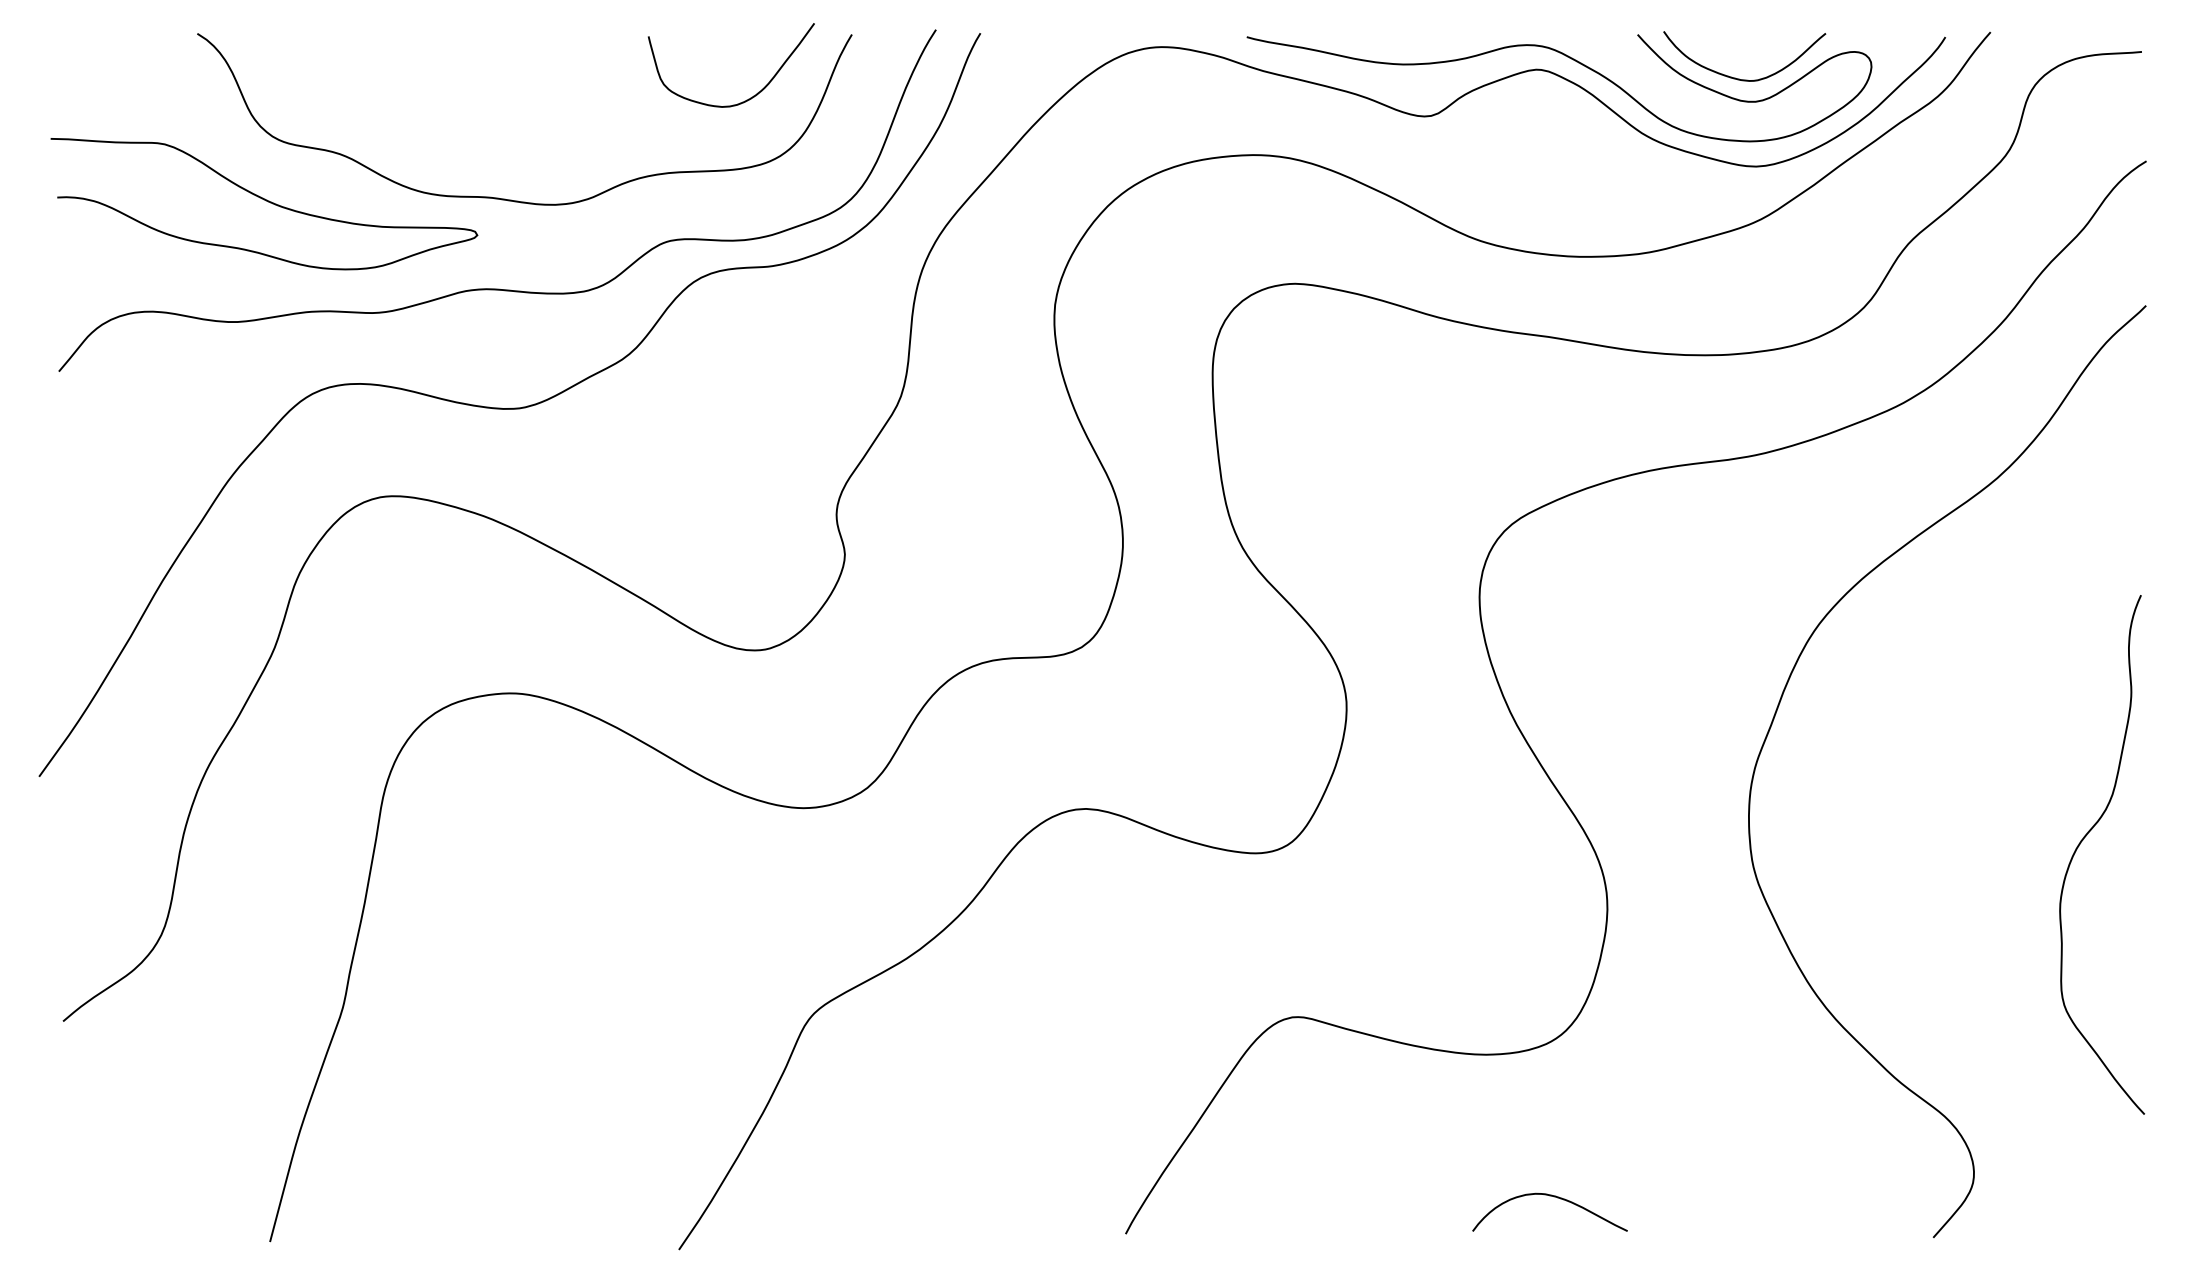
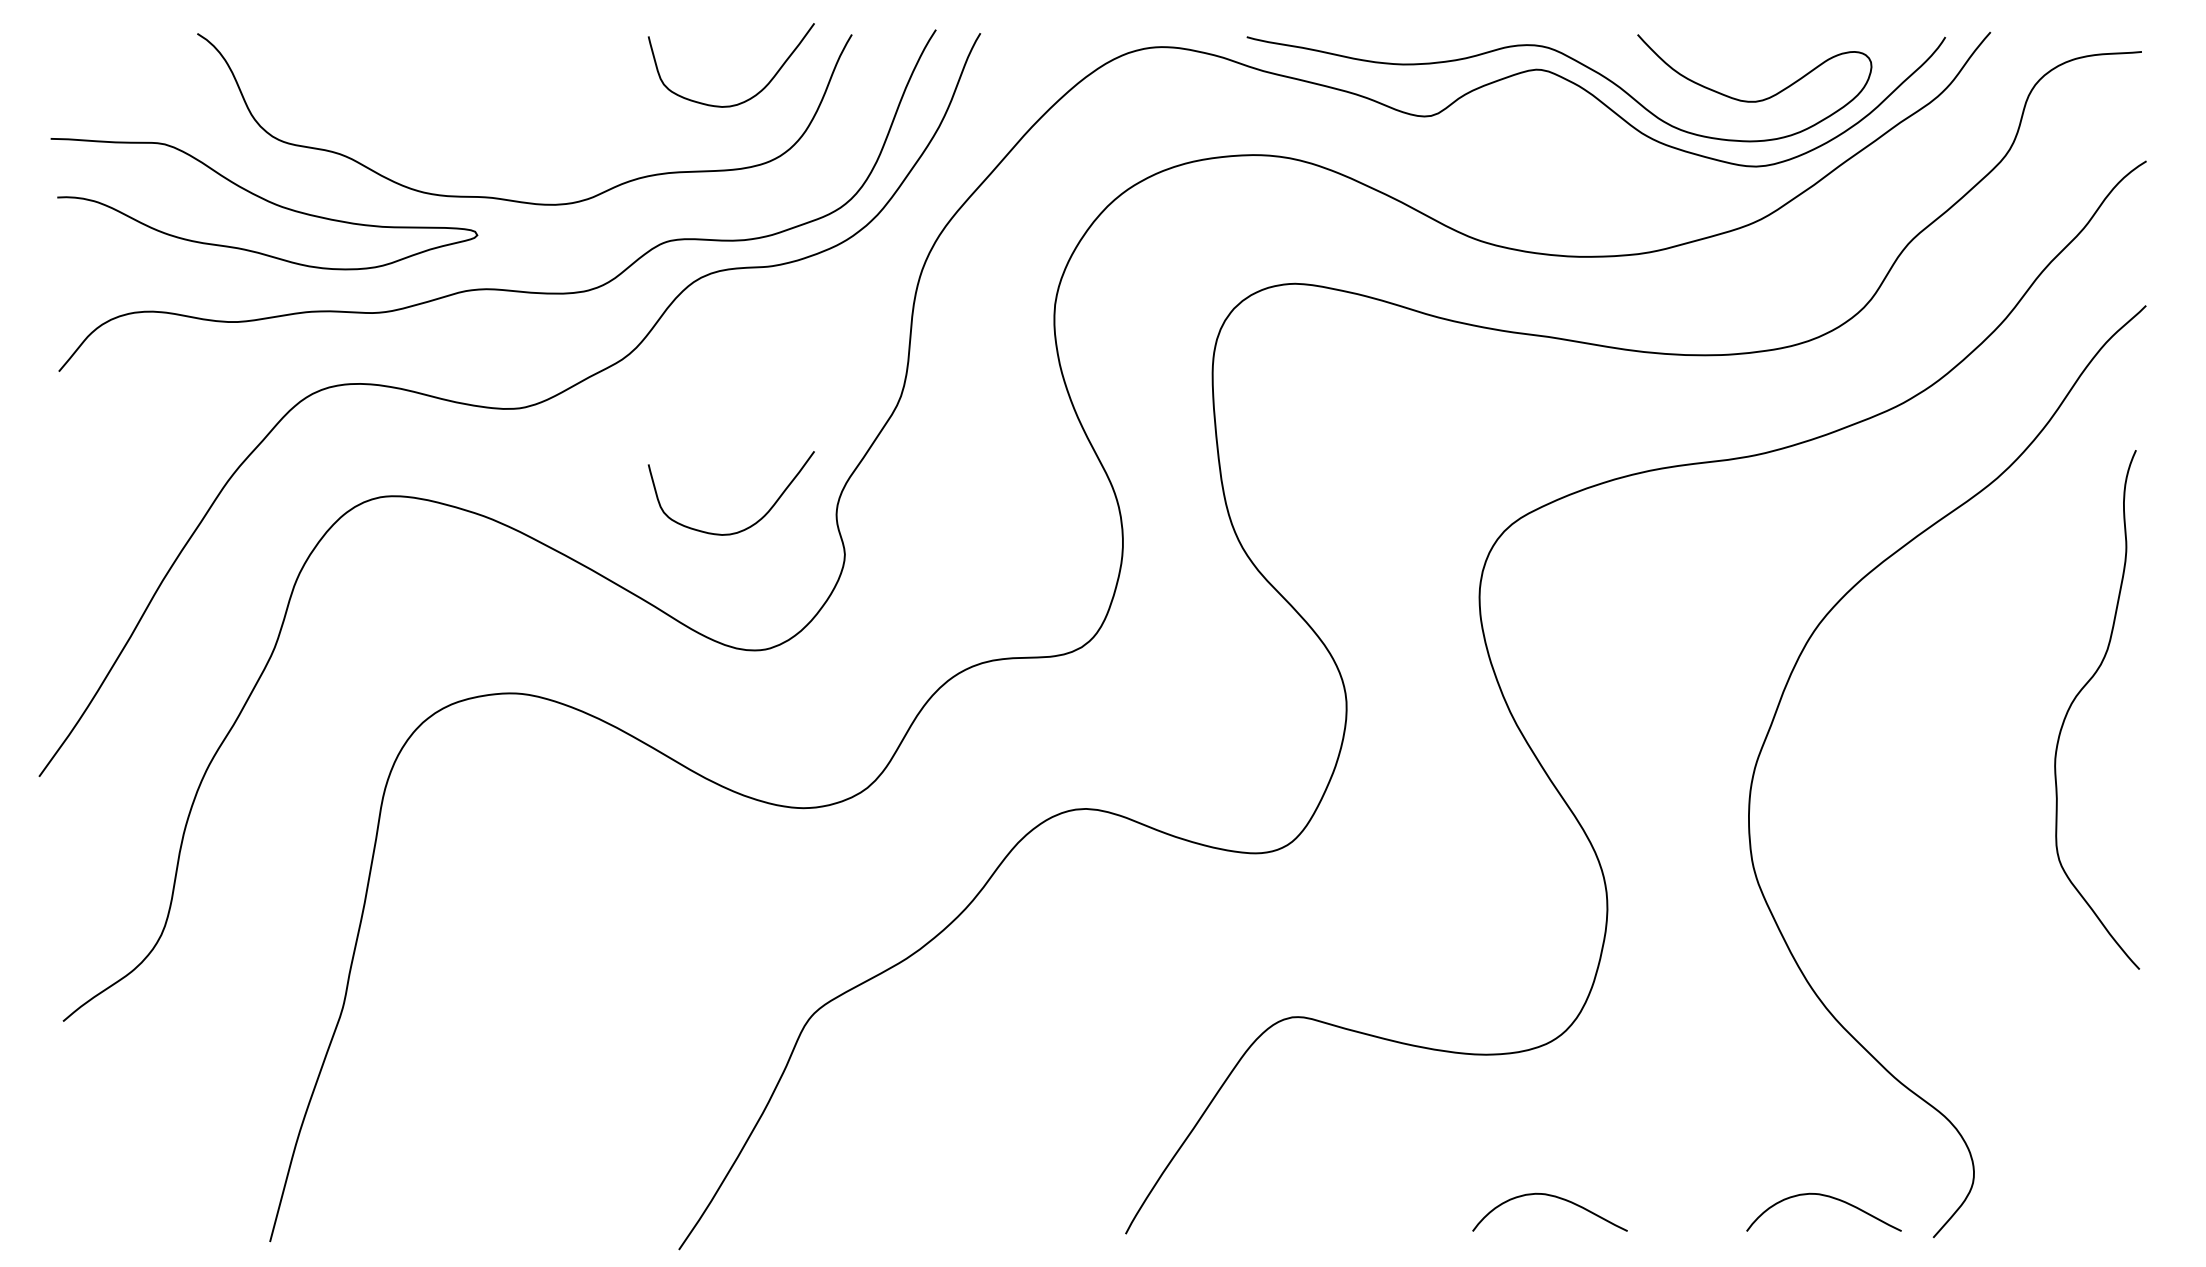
curve at (1739, 78): present -> none
curve at (748, 526): none -> present
curve at (2083, 840) position: (2083, 840) -> (2078, 695)
curve at (1828, 1197): none -> present
